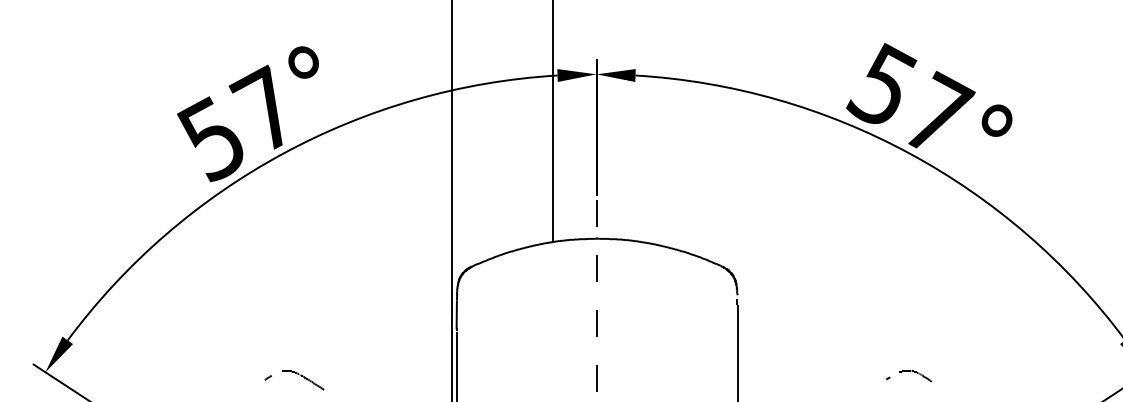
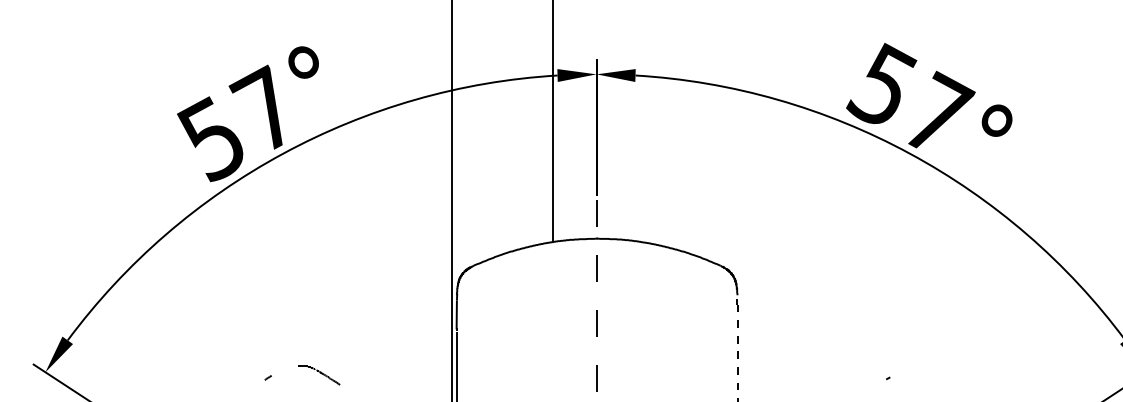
line at (737, 353): solid -> dashed
part at (915, 376): present -> none
part at (303, 380) position: (303, 380) -> (319, 375)
